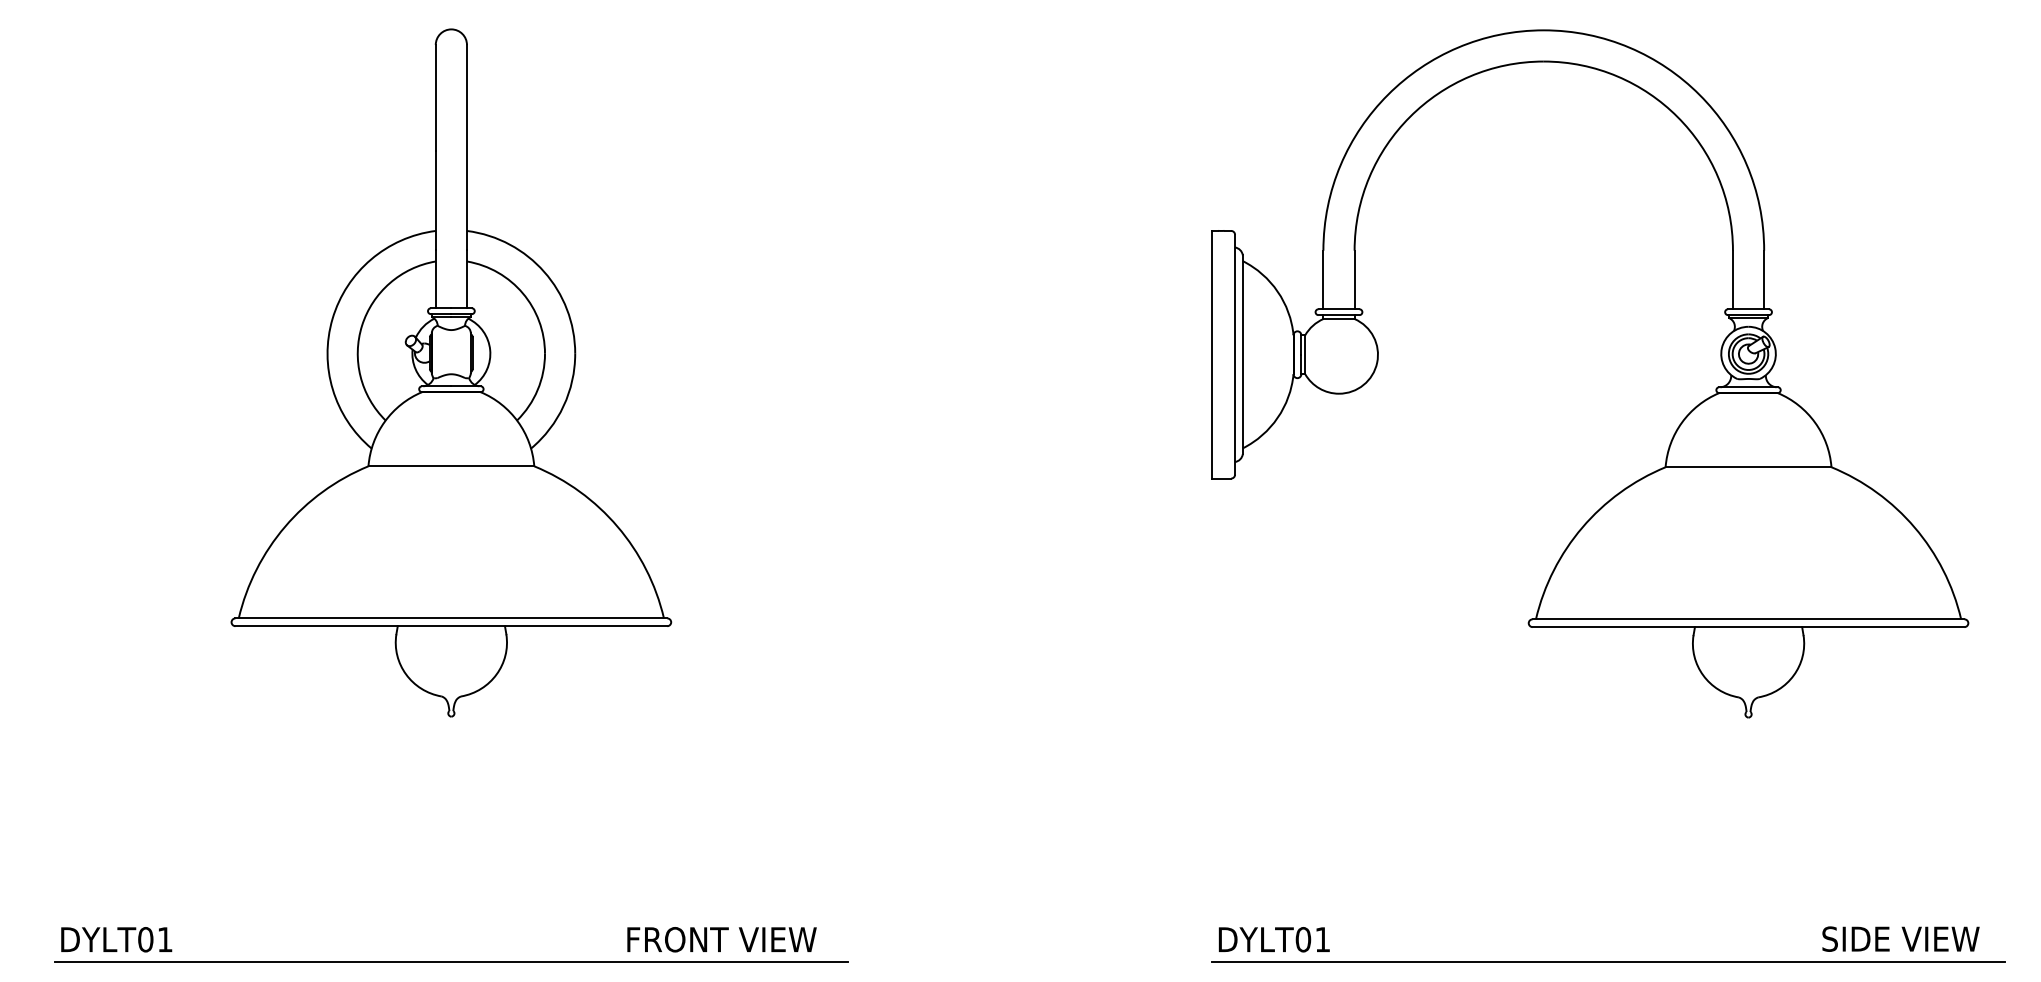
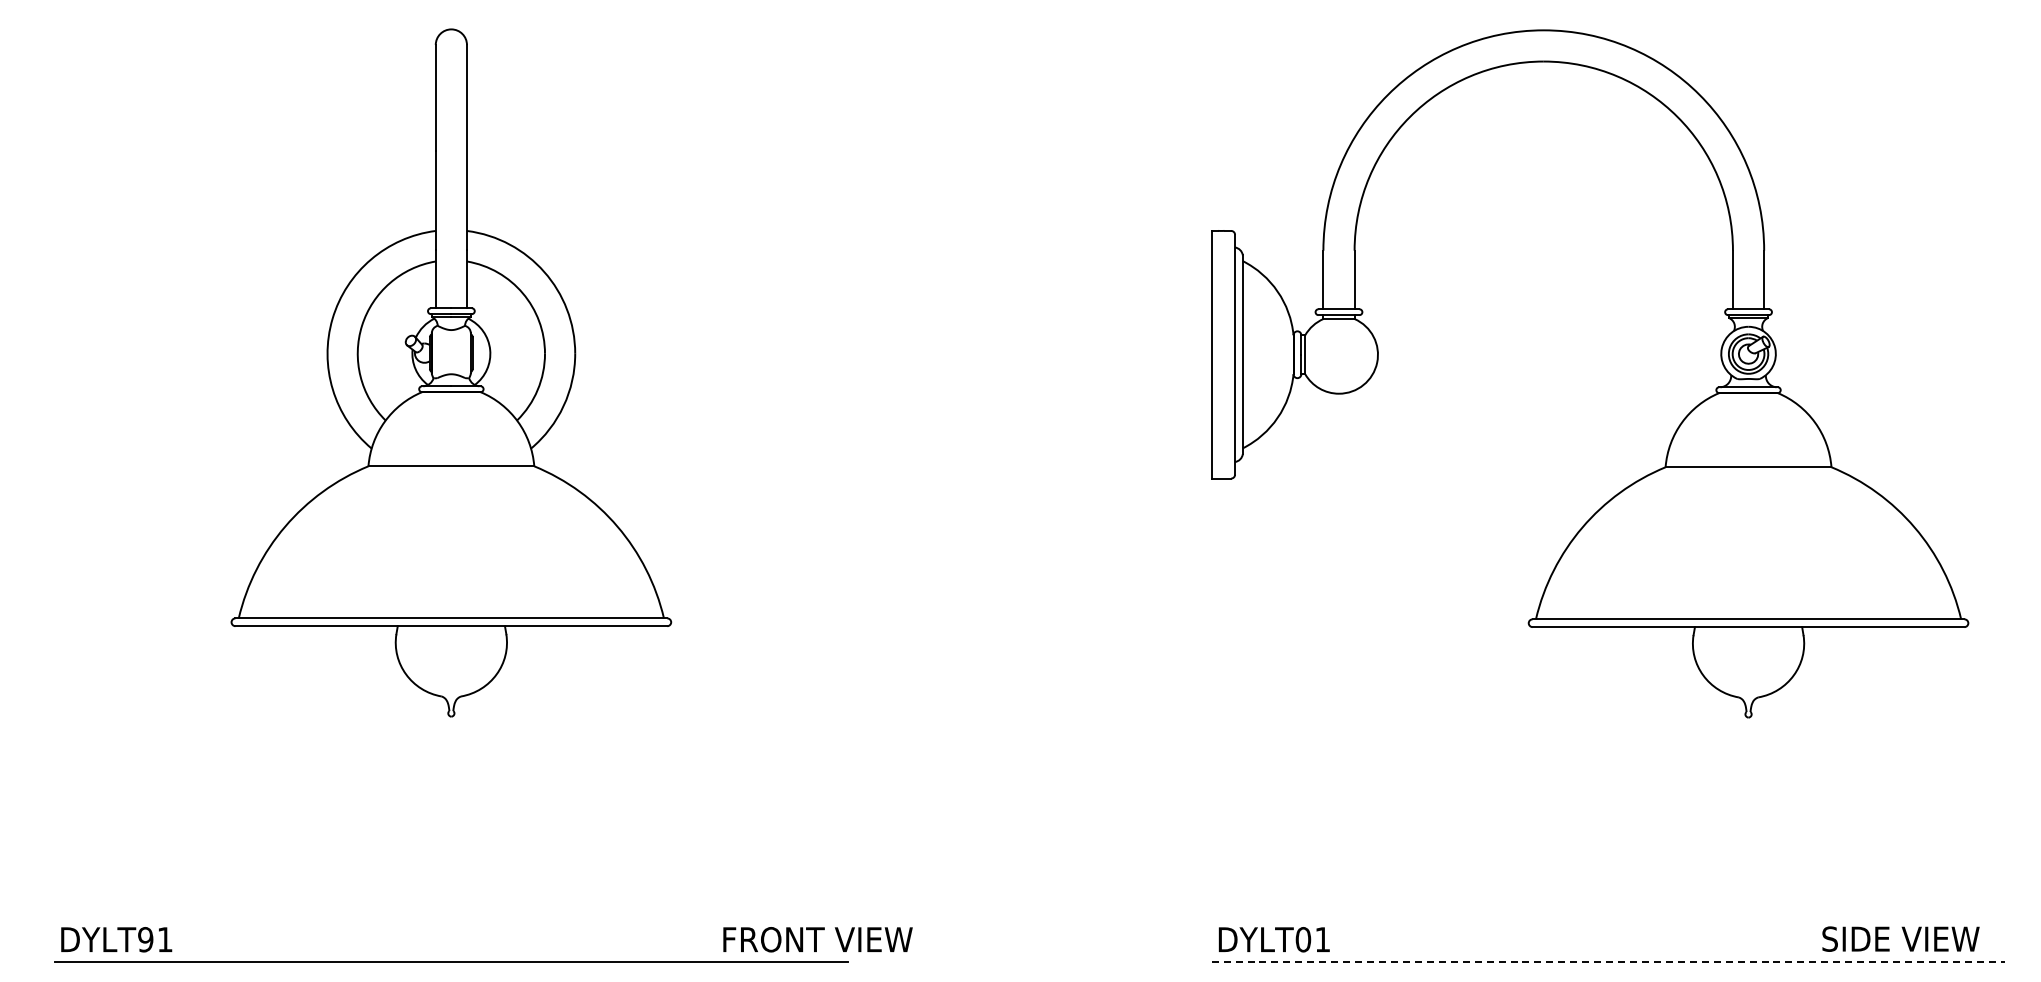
text at (145, 939): DYLT01 -> DYLT91
text at (721, 939) position: (721, 939) -> (817, 939)
line at (1608, 961): solid -> dashed
